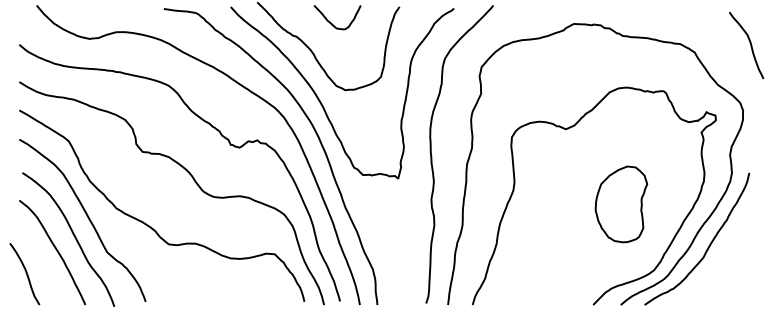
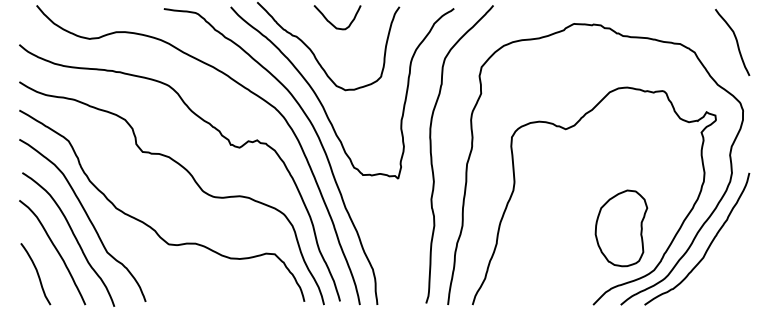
curve at (749, 43) position: (749, 43) -> (735, 40)
part at (621, 204) position: (621, 204) -> (621, 228)
curve at (25, 273) position: (25, 273) -> (36, 273)
